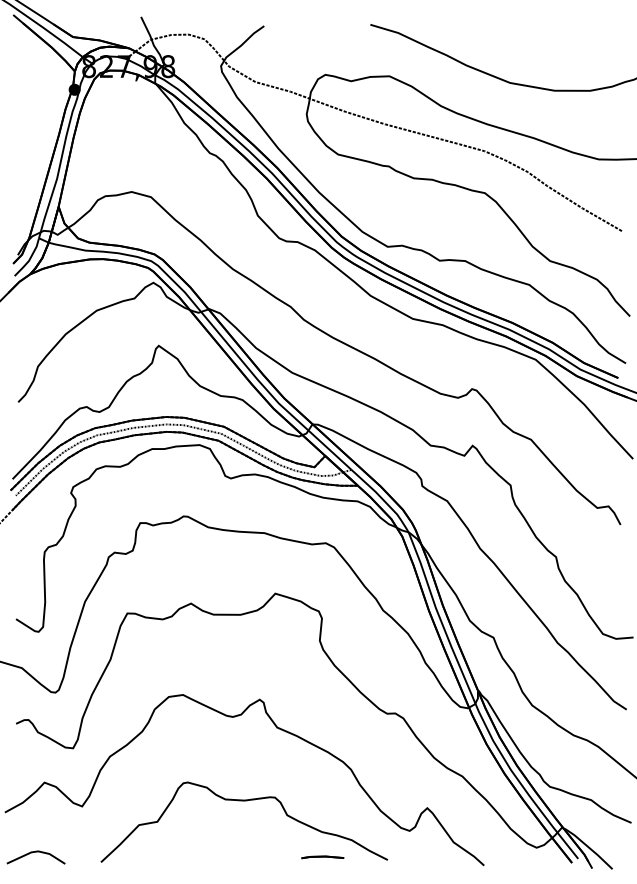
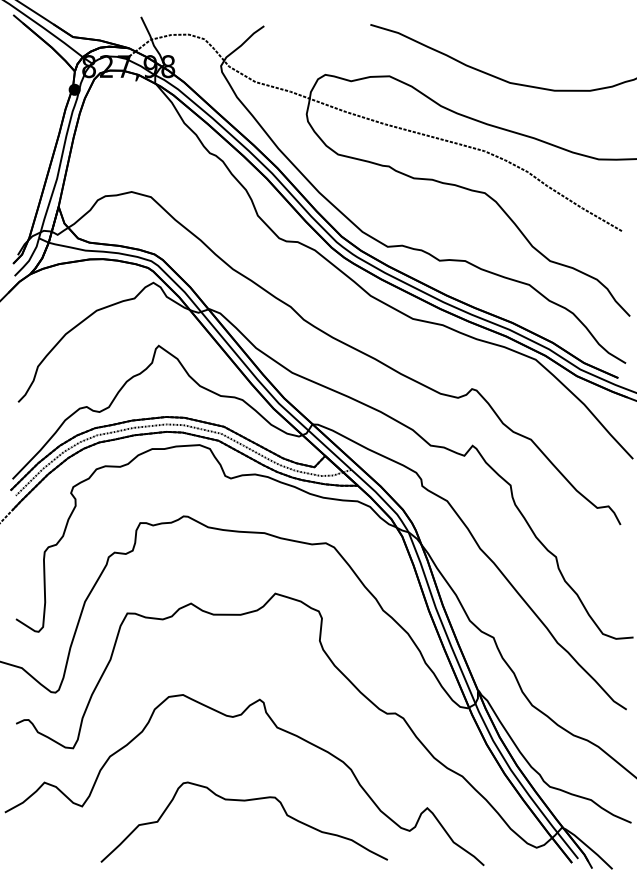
line at (35, 852): present -> none
part at (322, 857): present -> none
